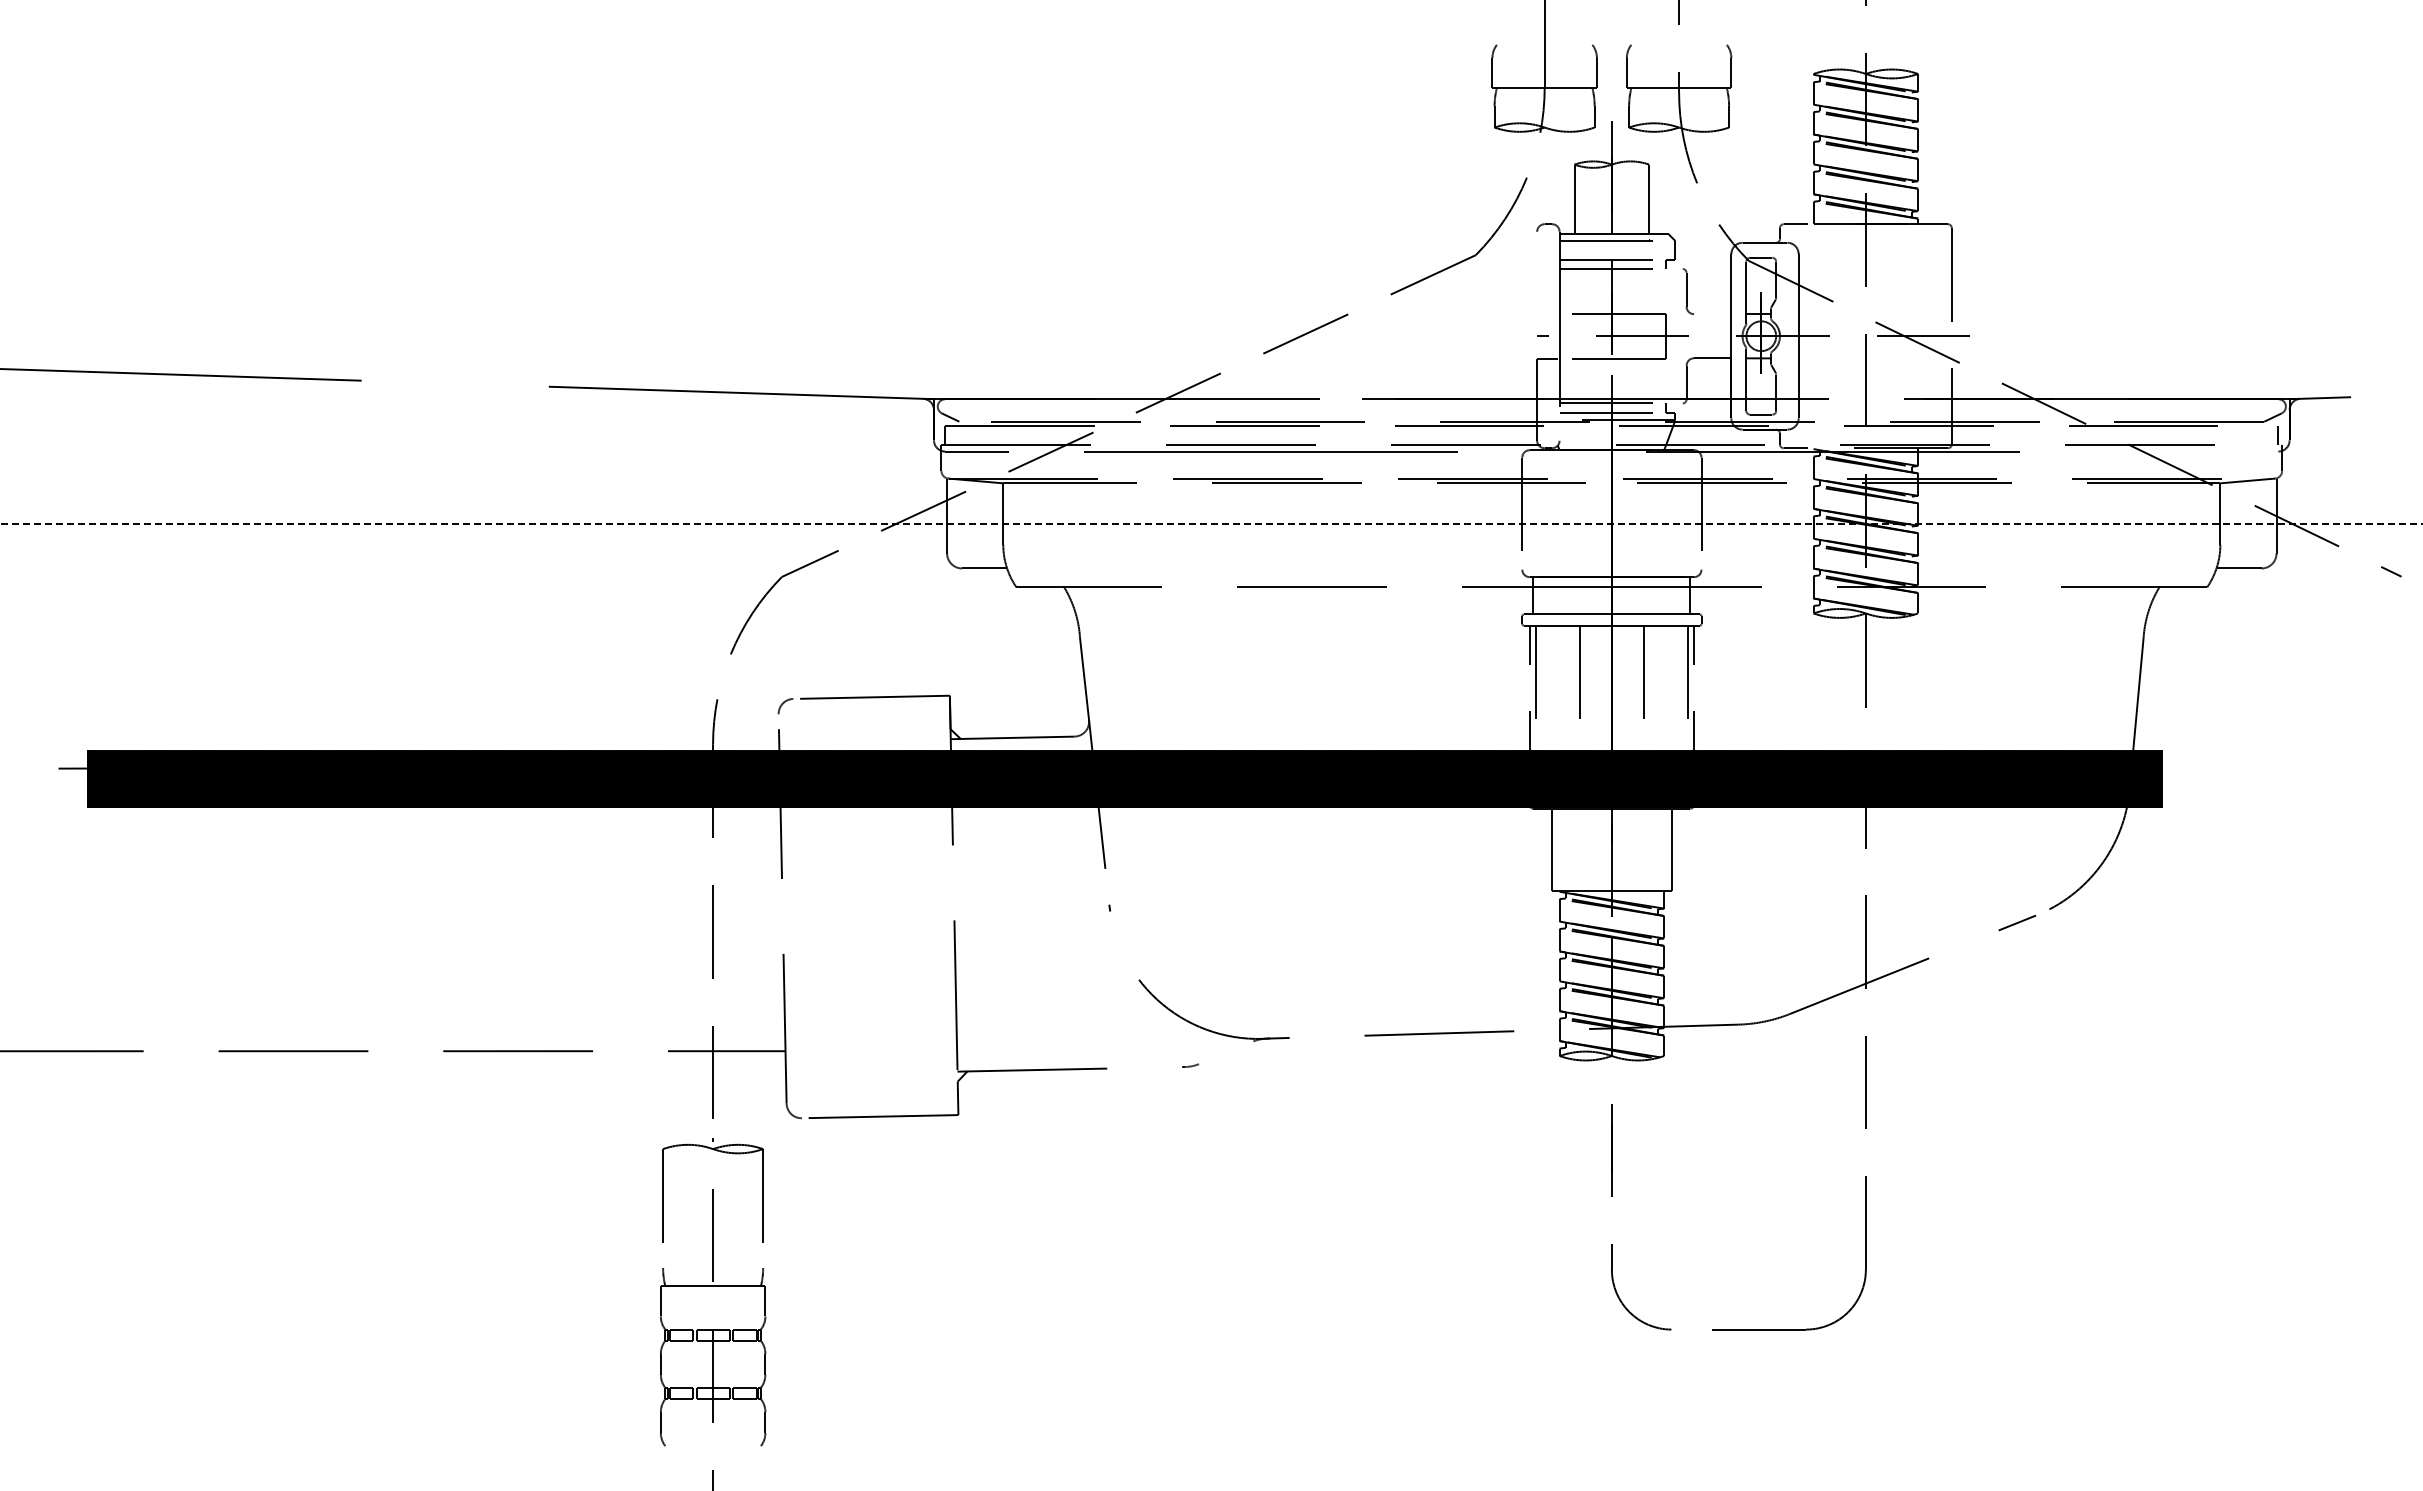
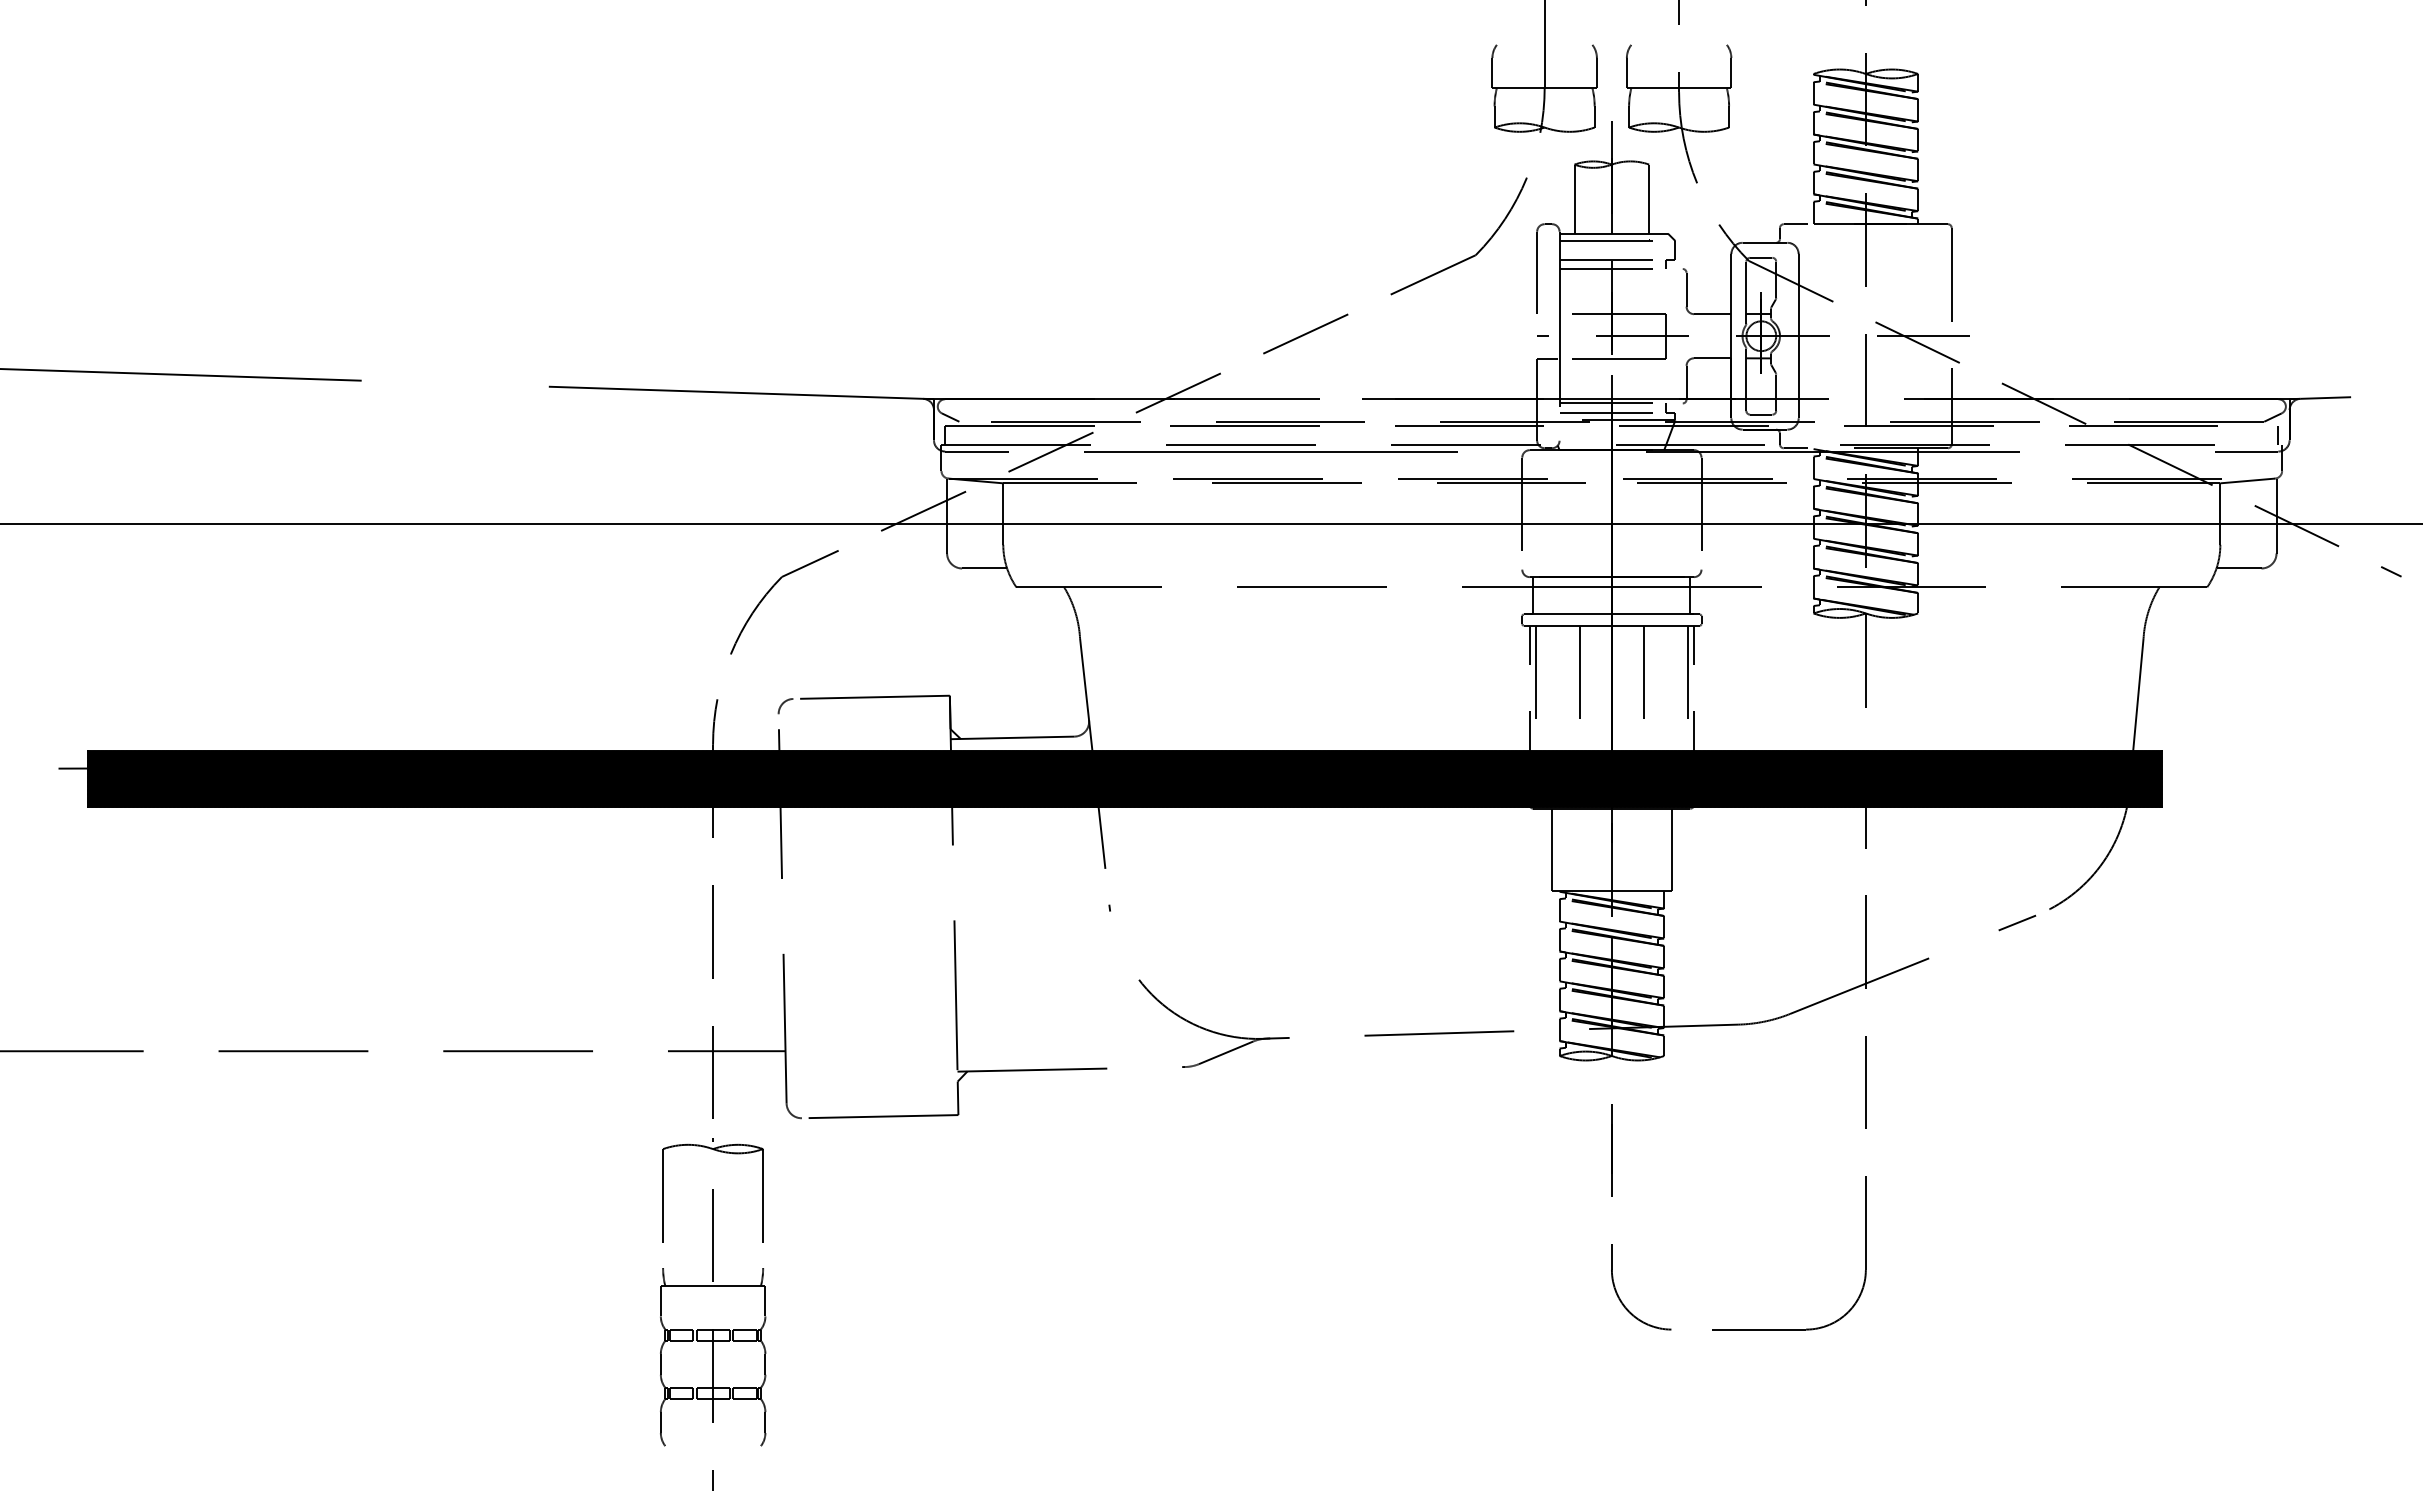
line at (1537, 272): none -> present
line at (1712, 314): none -> present
line at (2246, 451): none -> present
line at (1210, 524): dashed -> solid
line at (1225, 1052): none -> present
